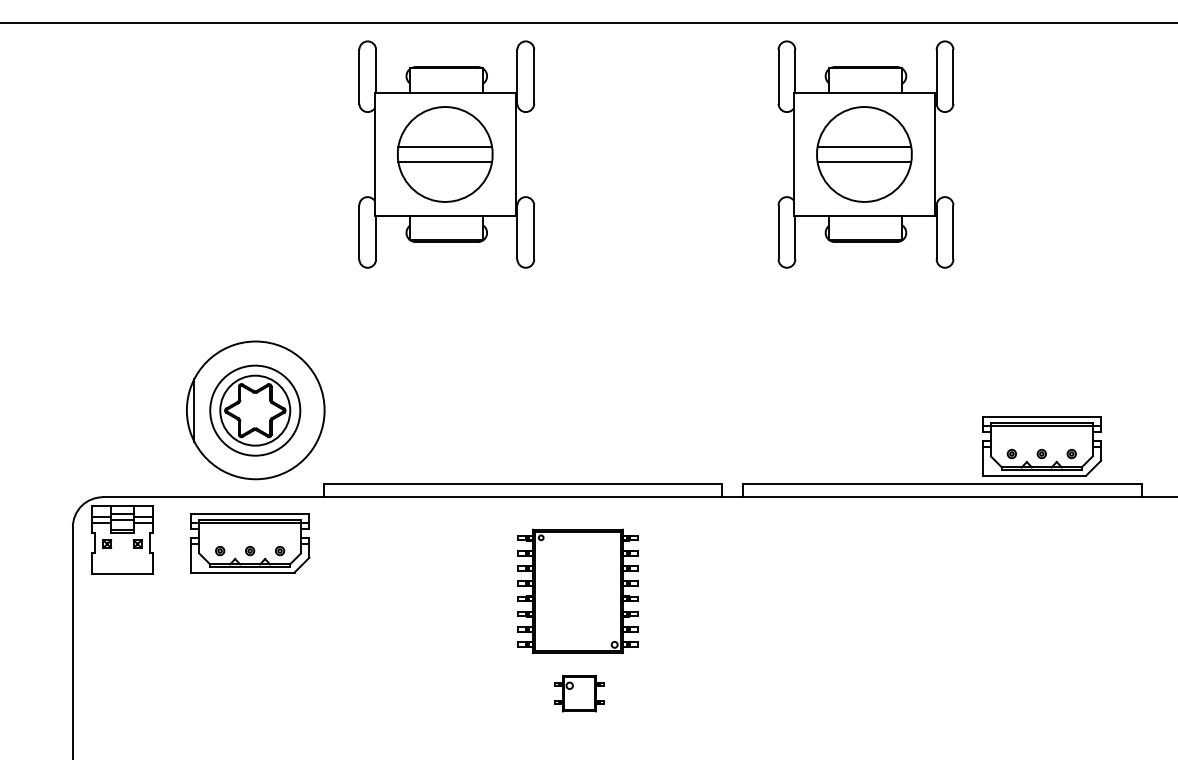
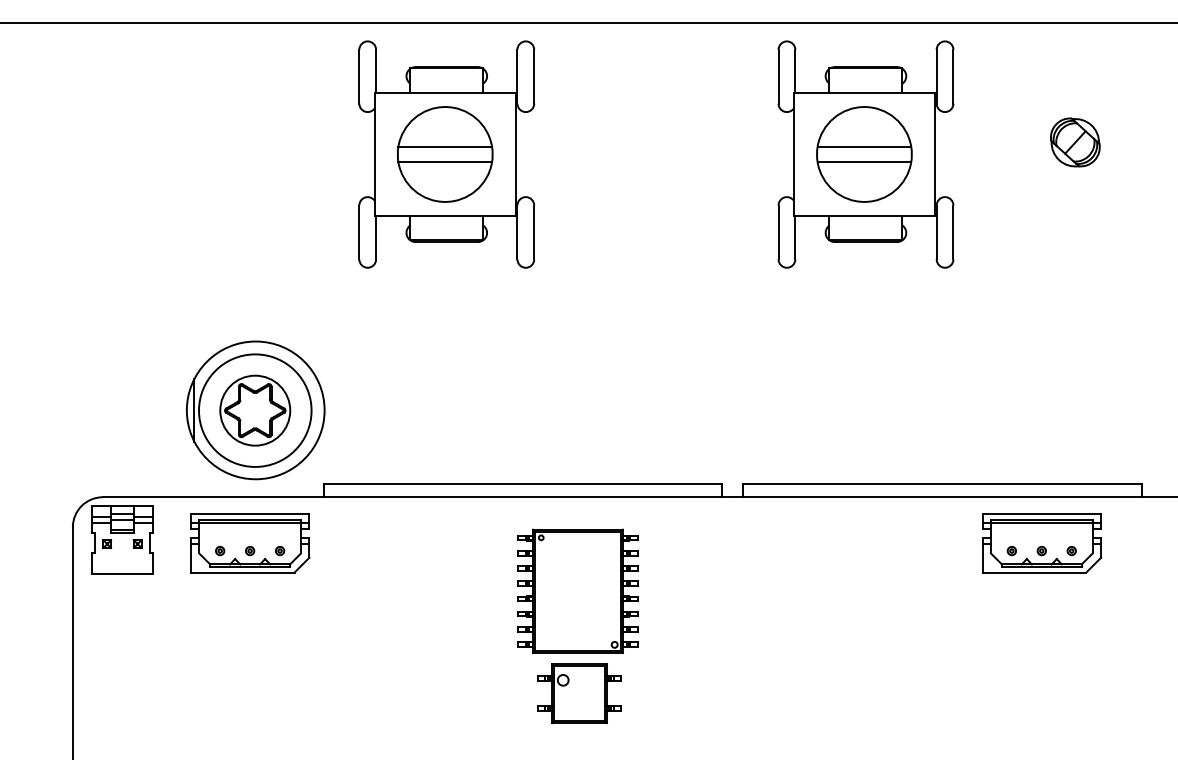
part at (1075, 142): none -> present
circle at (255, 410) diameter: 90 px -> 113 px
part at (1042, 446) position: (1042, 446) -> (1042, 543)
part at (579, 693) size: 51x38 px -> 85x62 px
